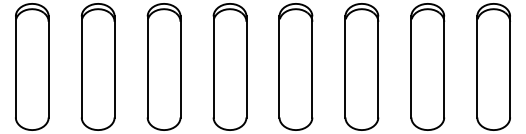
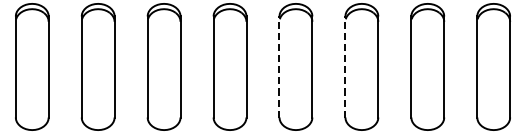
line at (279, 67): solid -> dashed
line at (345, 67): solid -> dashed
